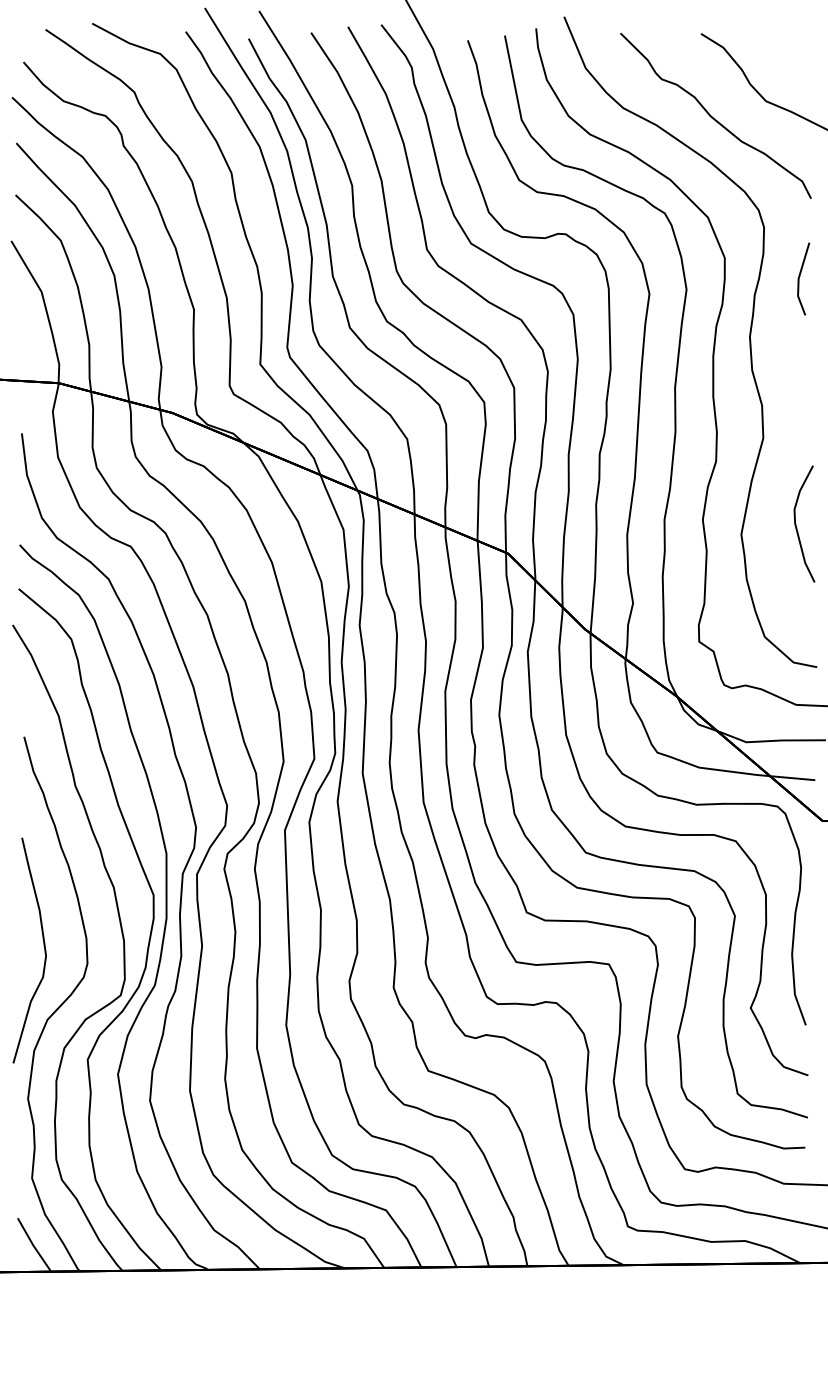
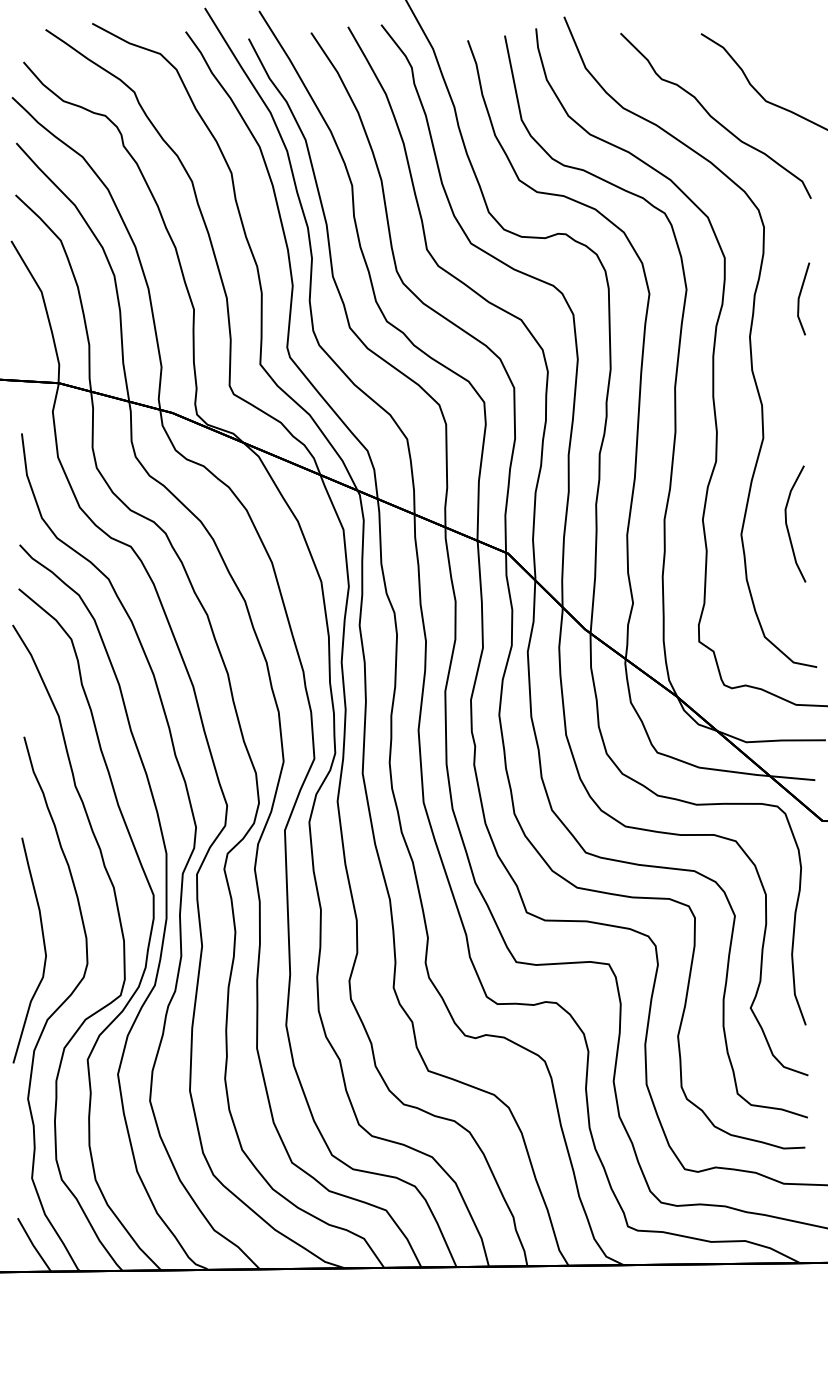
line at (800, 276) position: (800, 276) -> (800, 296)
curve at (796, 523) position: (796, 523) -> (787, 523)
